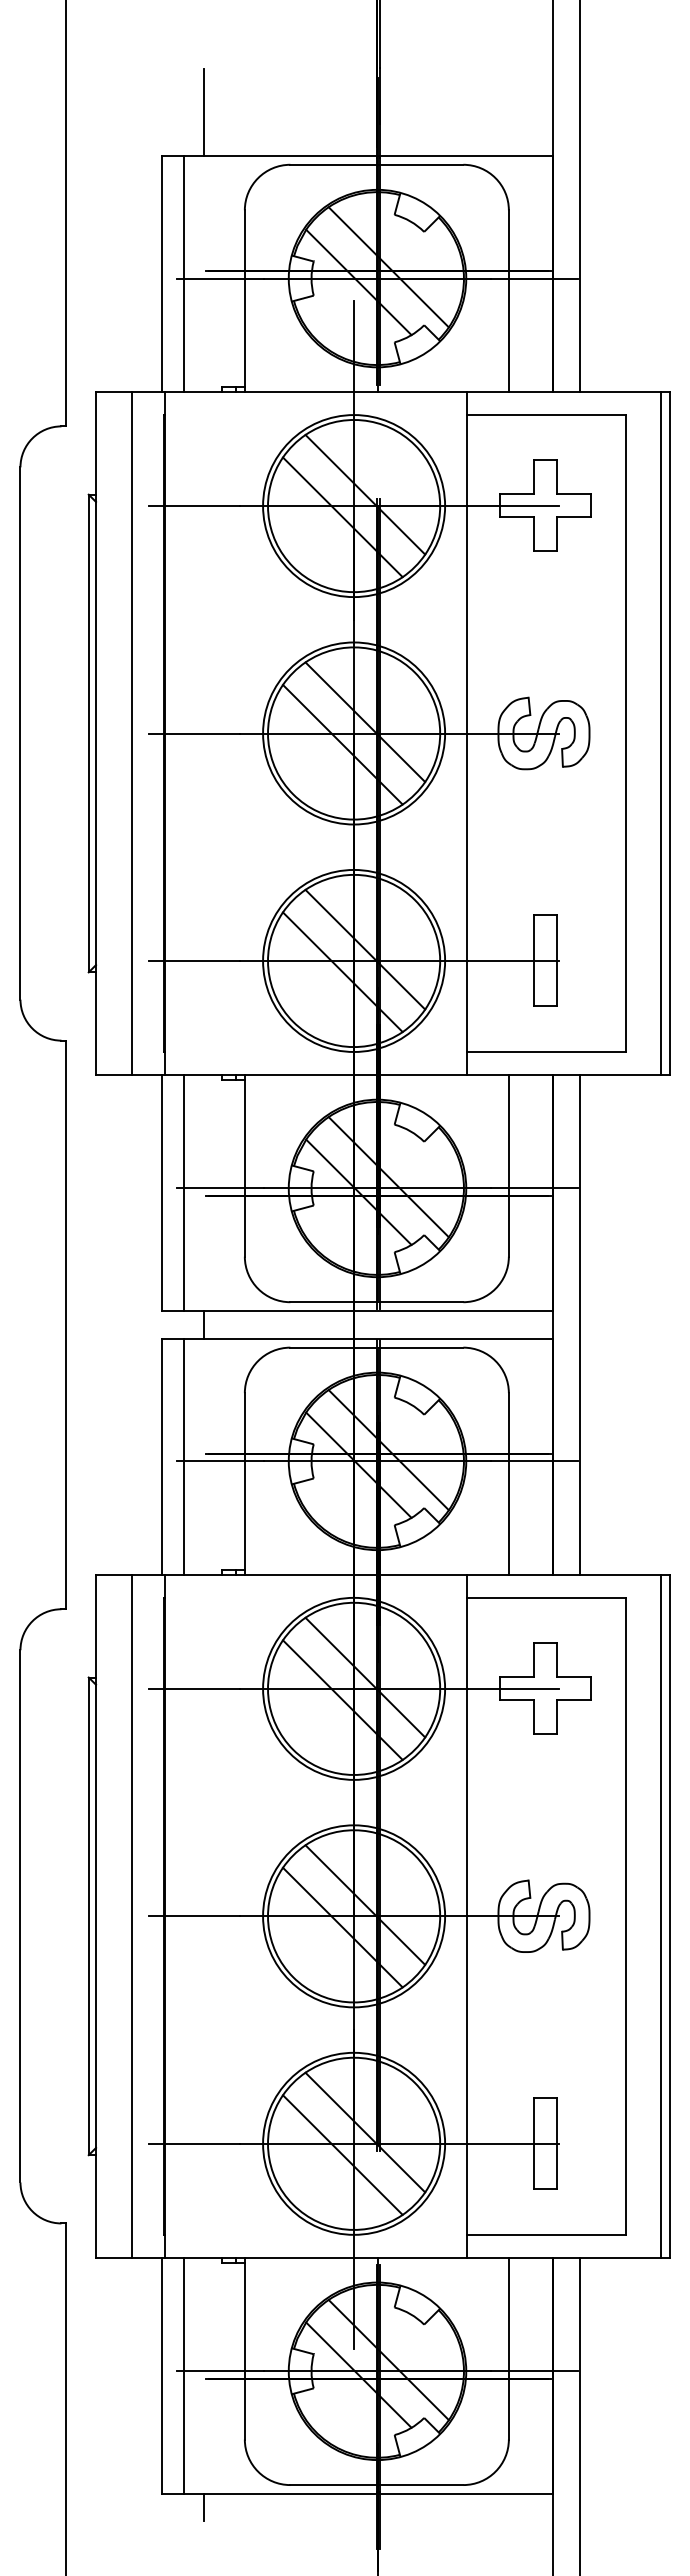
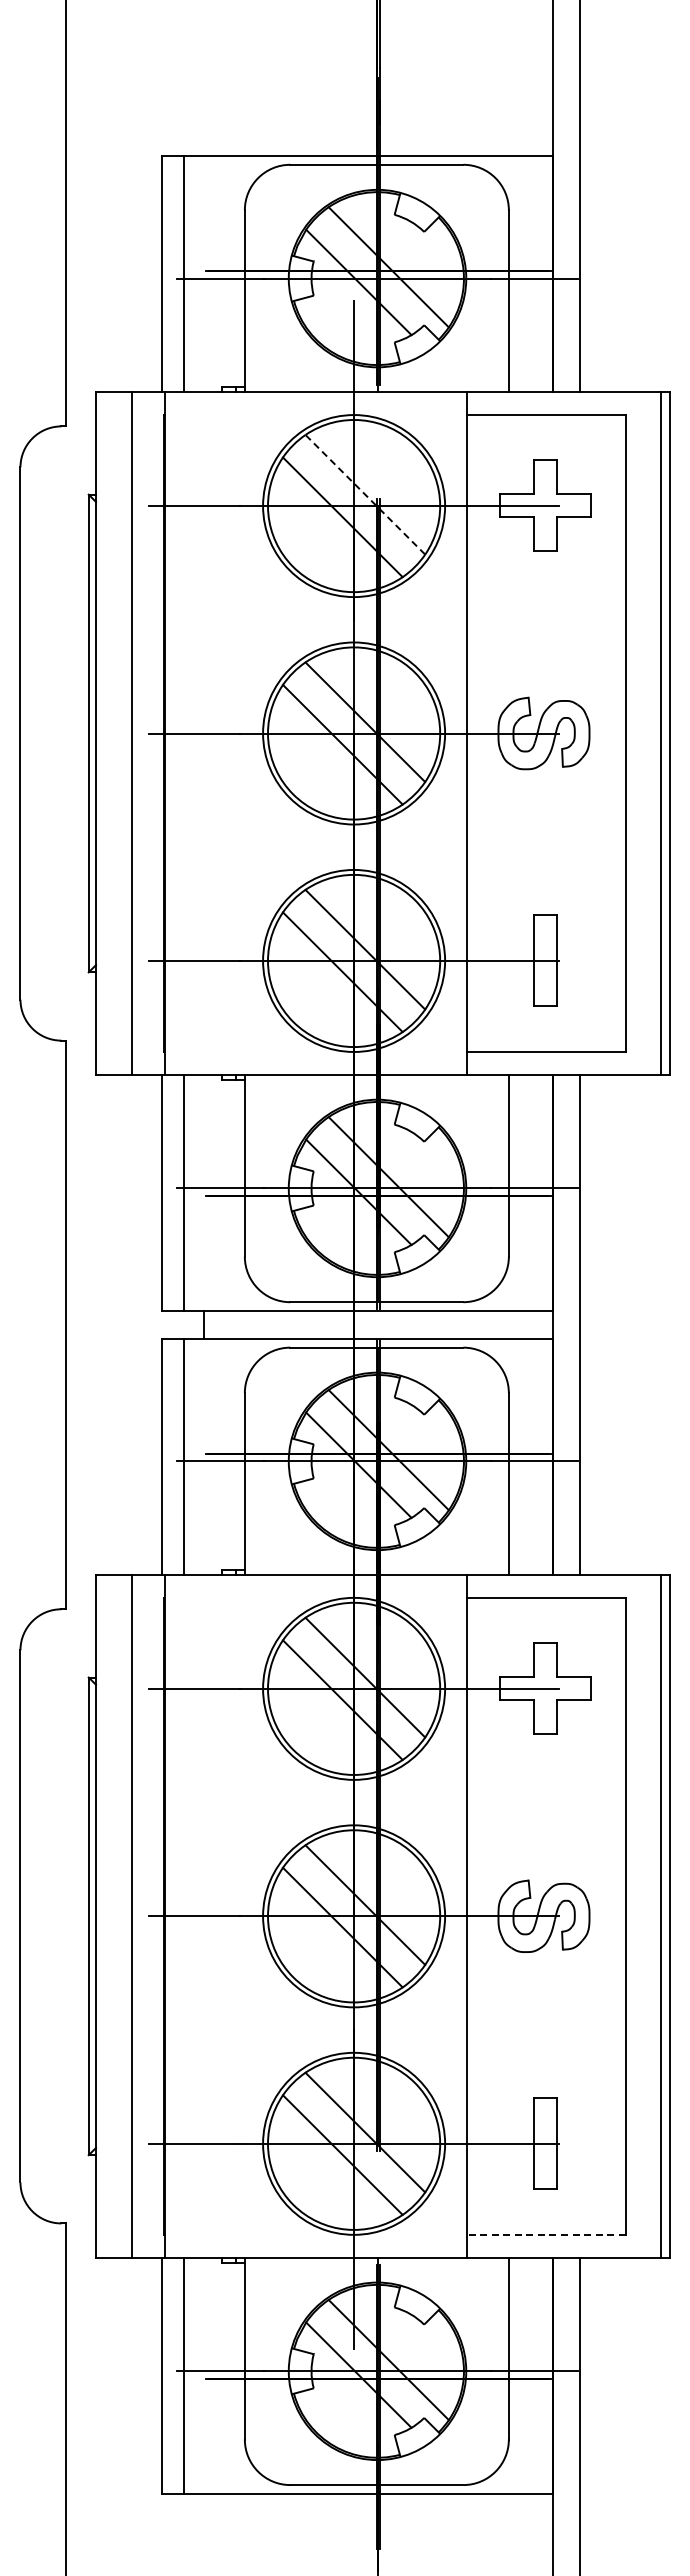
line at (203, 112): present -> none
line at (365, 494): solid -> dashed
line at (546, 2234): solid -> dashed
line at (203, 2507): present -> none
